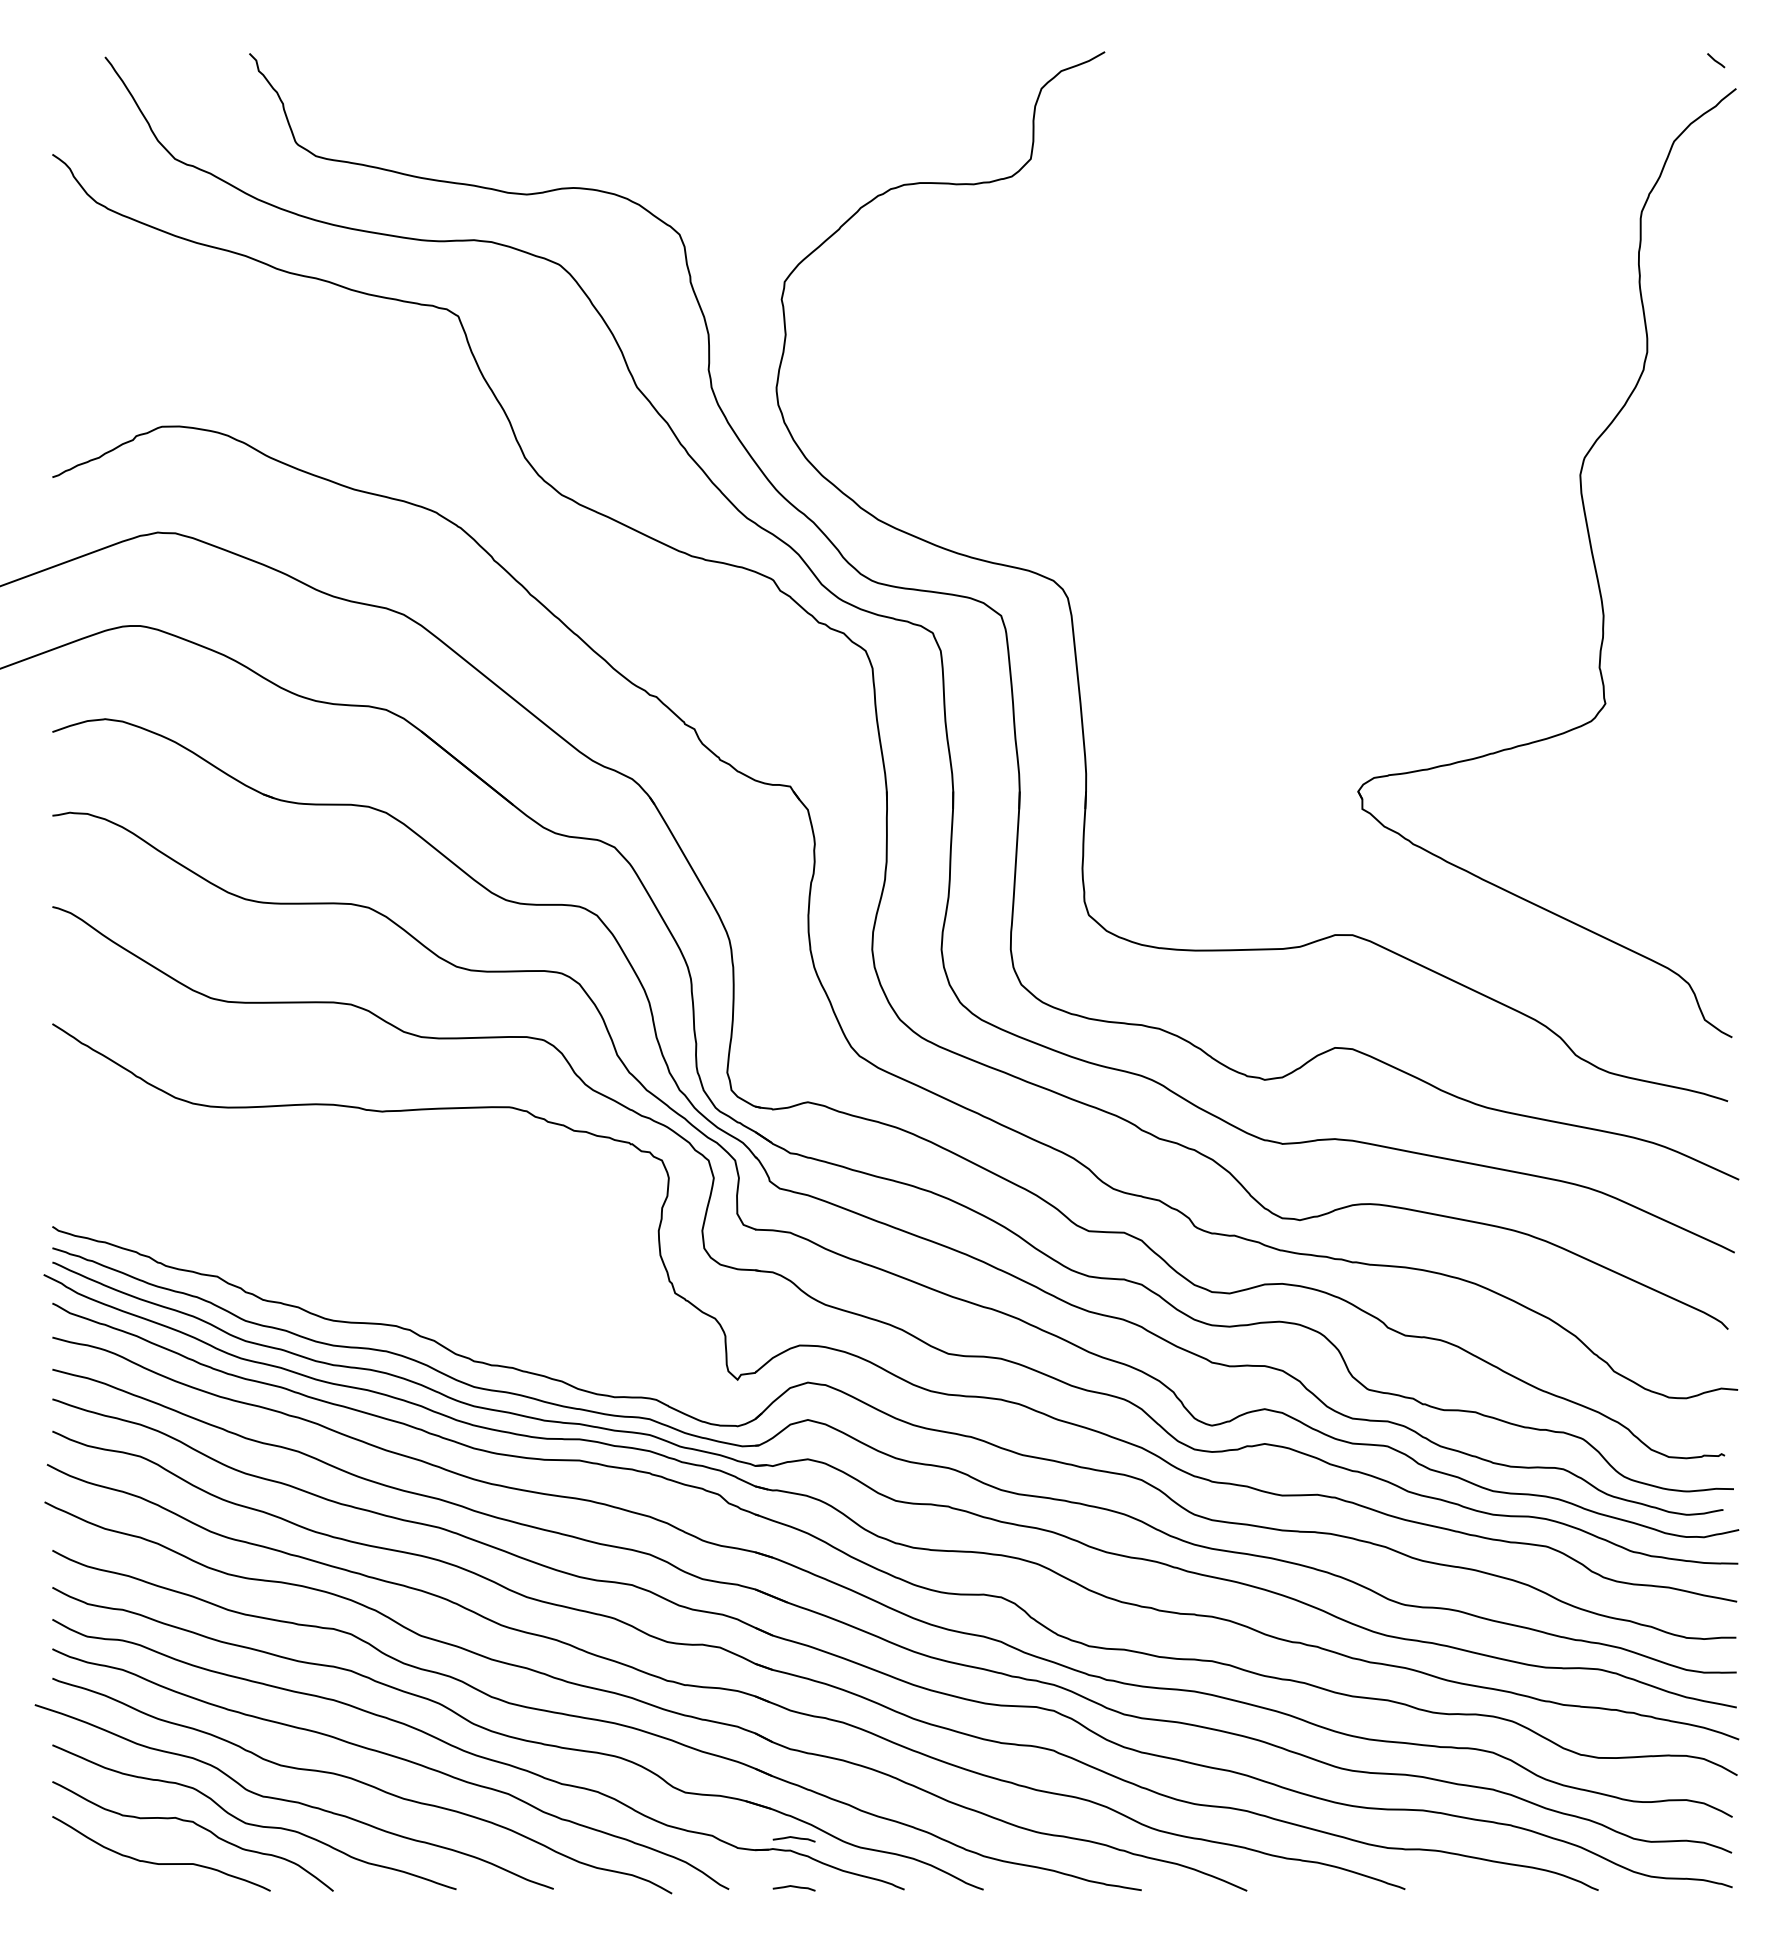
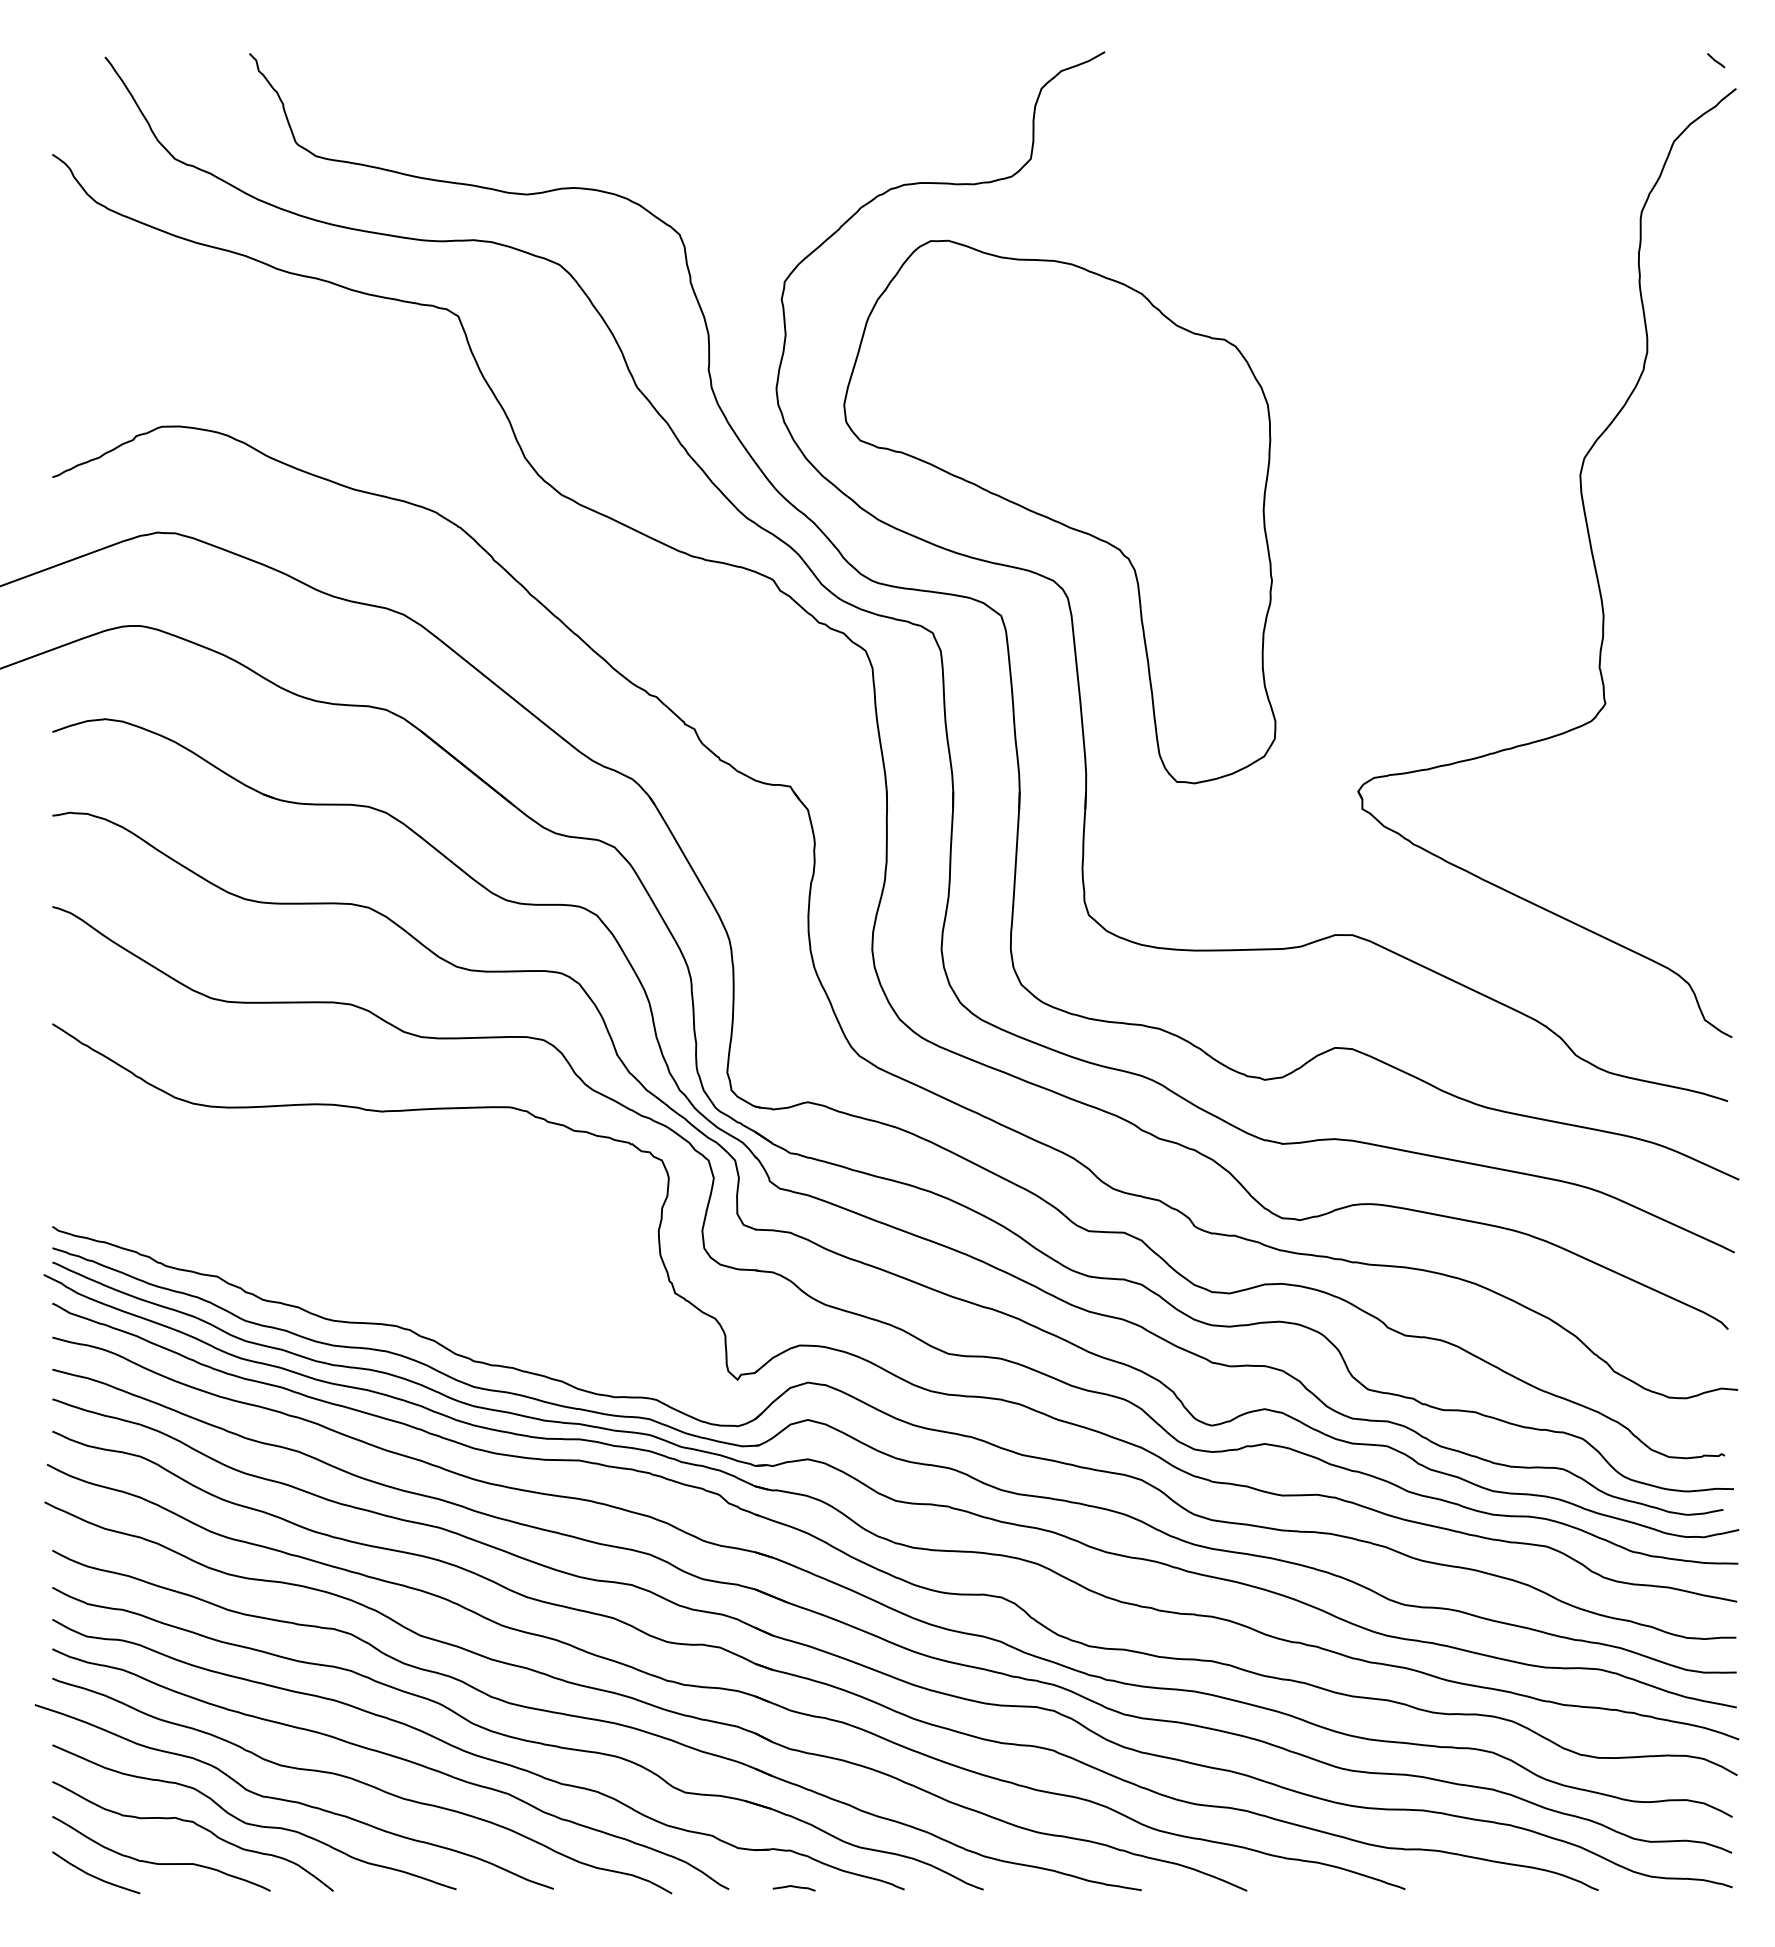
part at (1059, 511): none -> present
curve at (793, 1838): present -> none
curve at (94, 1875): none -> present
